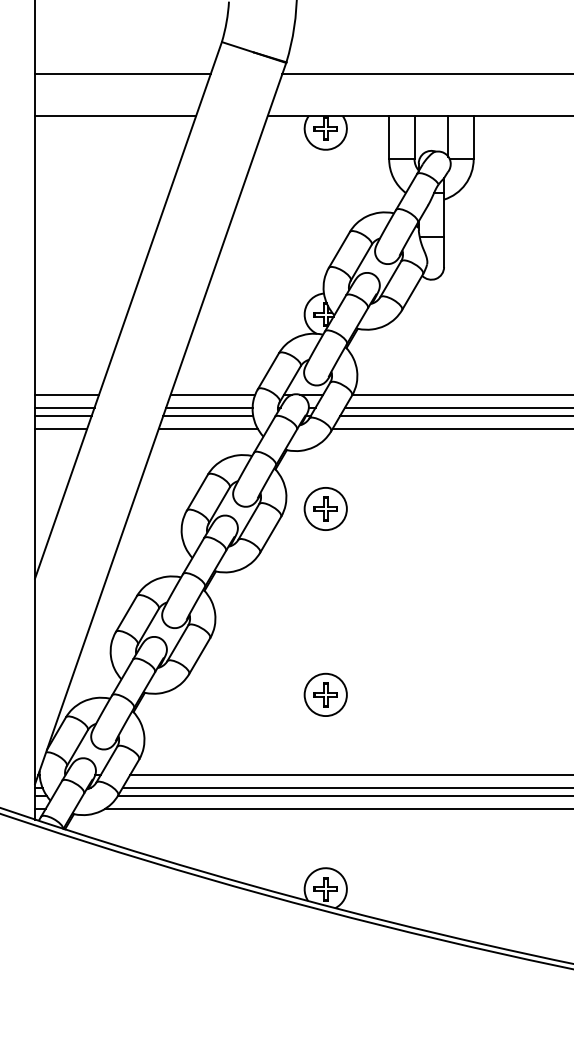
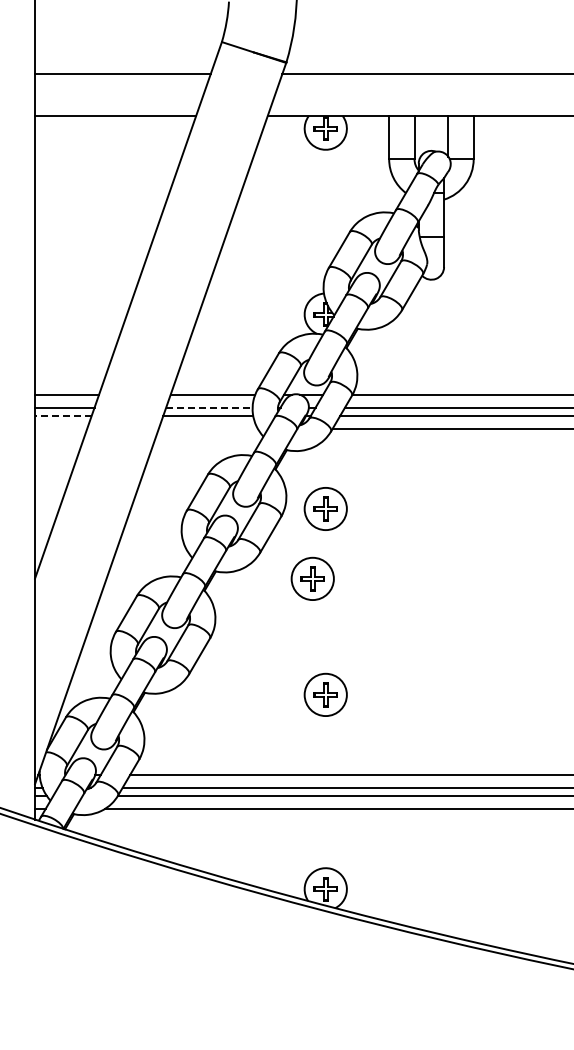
line at (209, 407): solid -> dashed
line at (62, 416): solid -> dashed
line at (61, 428): present -> none
line at (207, 428): present -> none
part at (312, 578): none -> present
